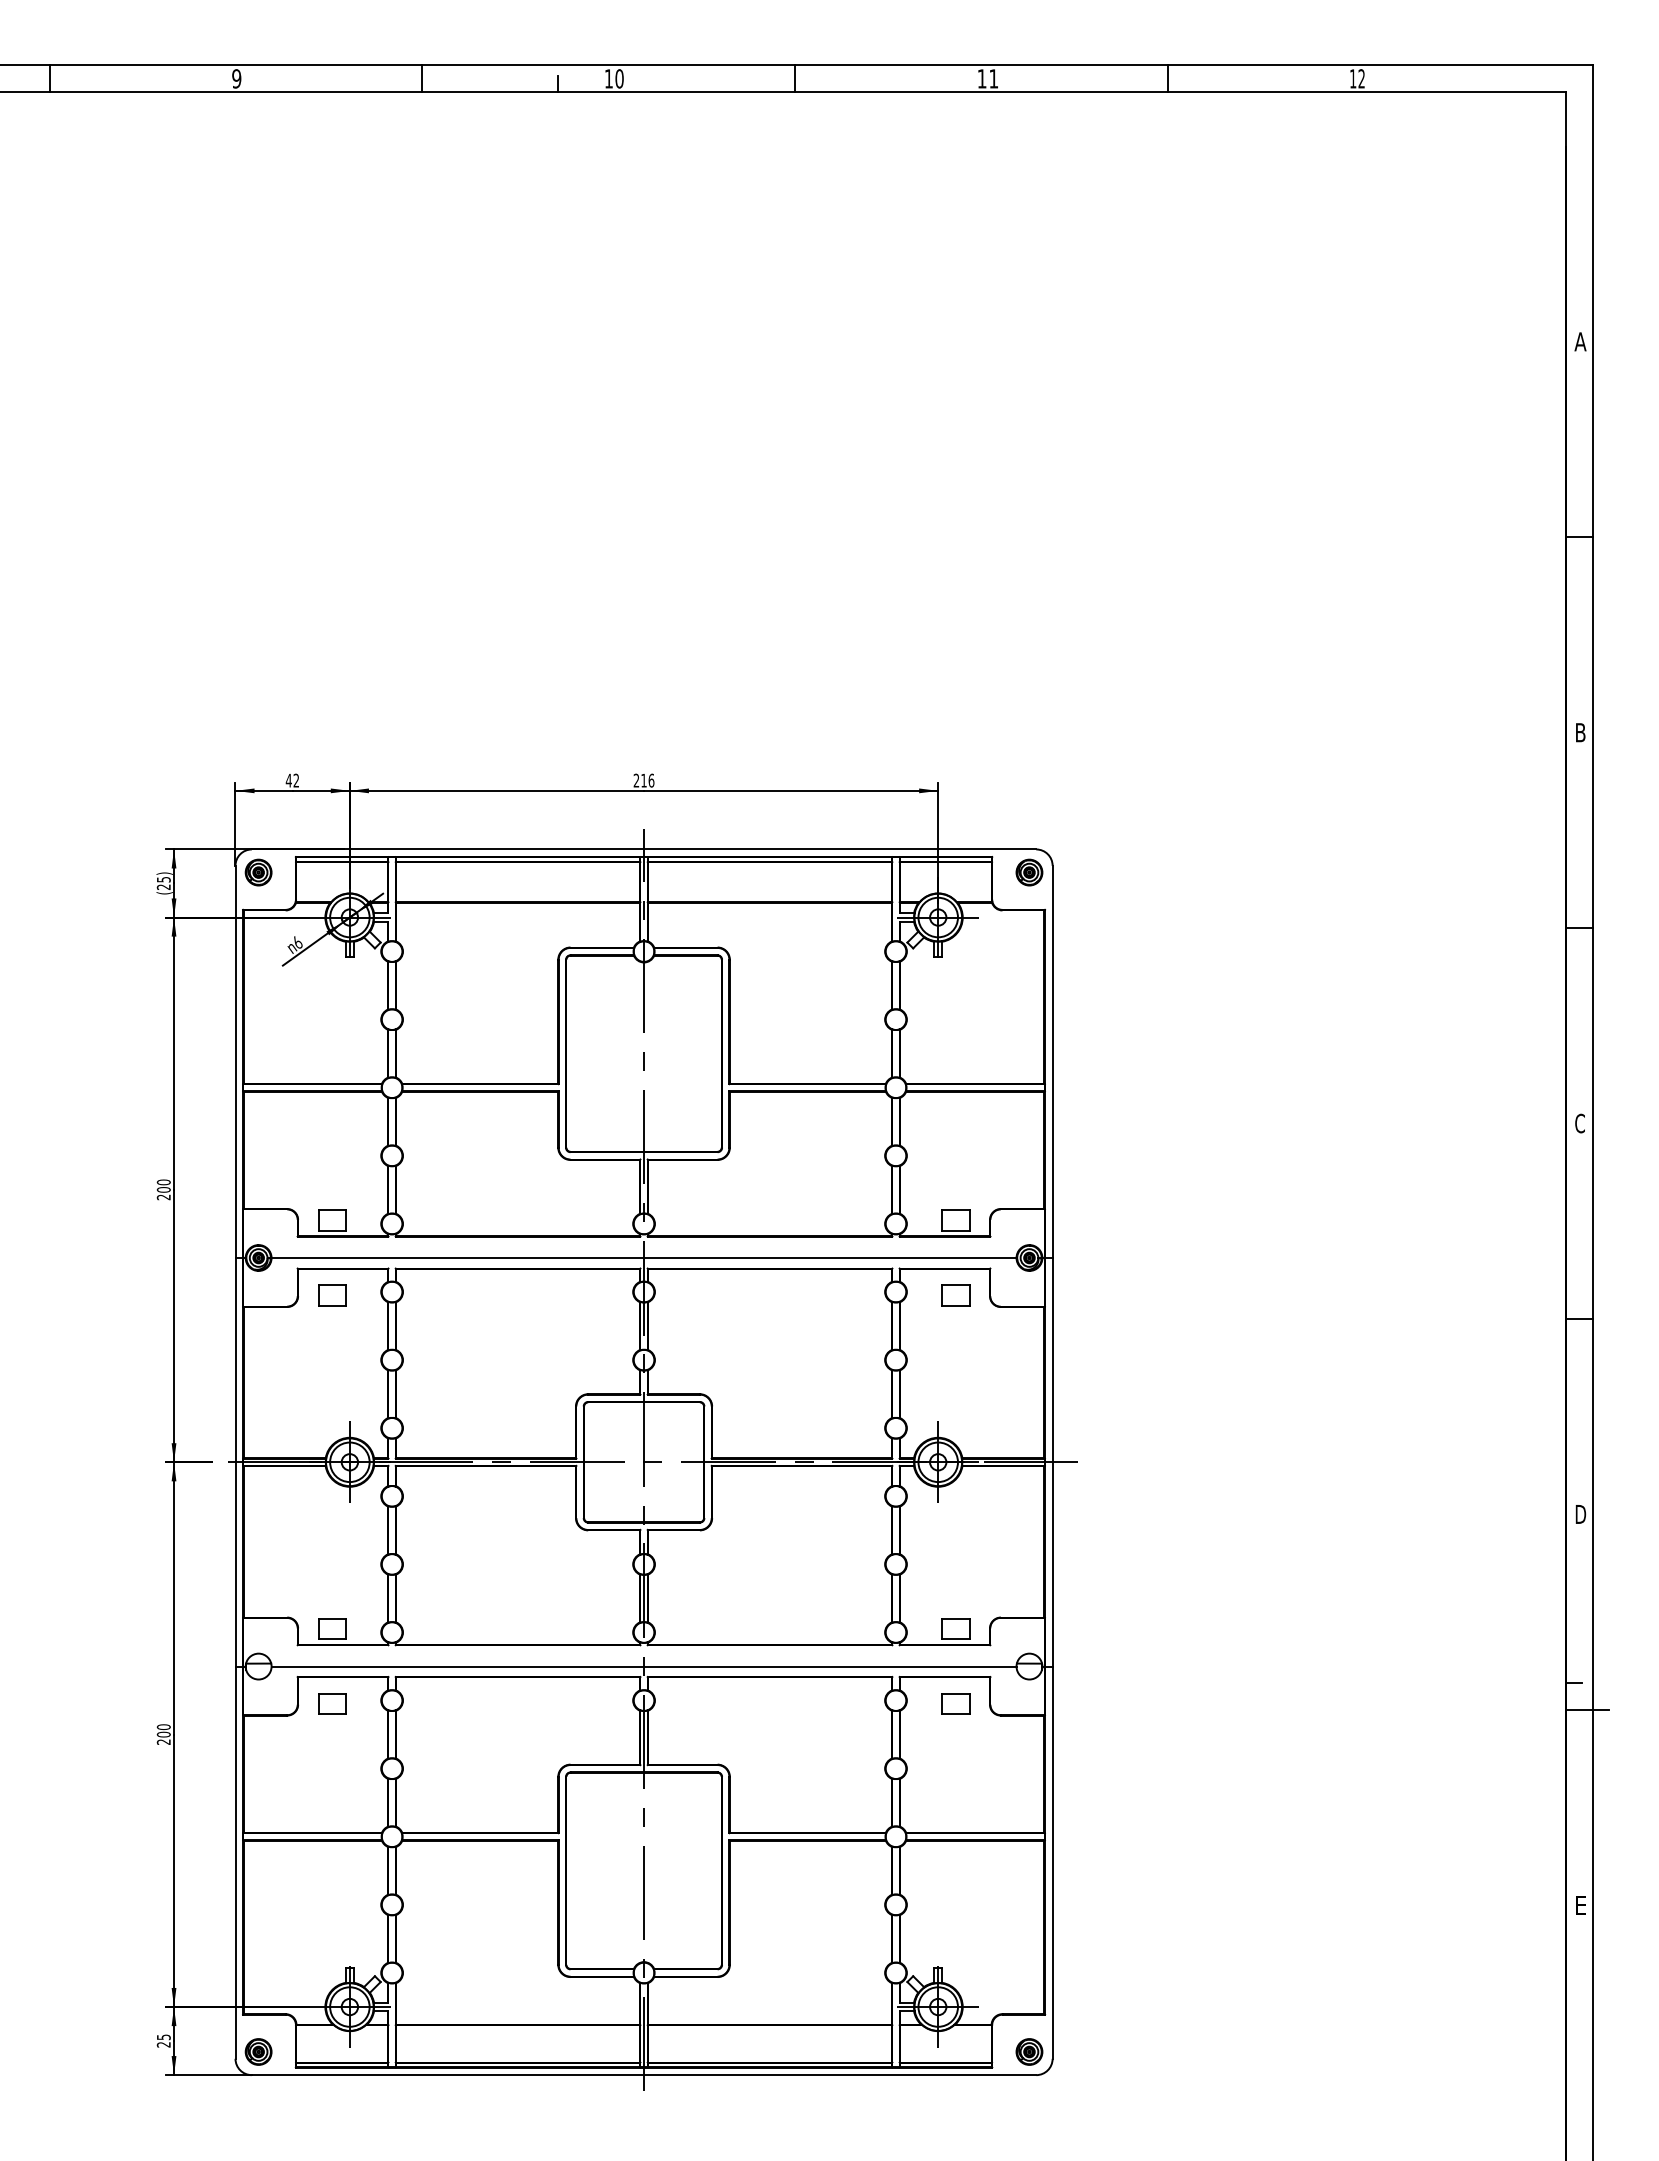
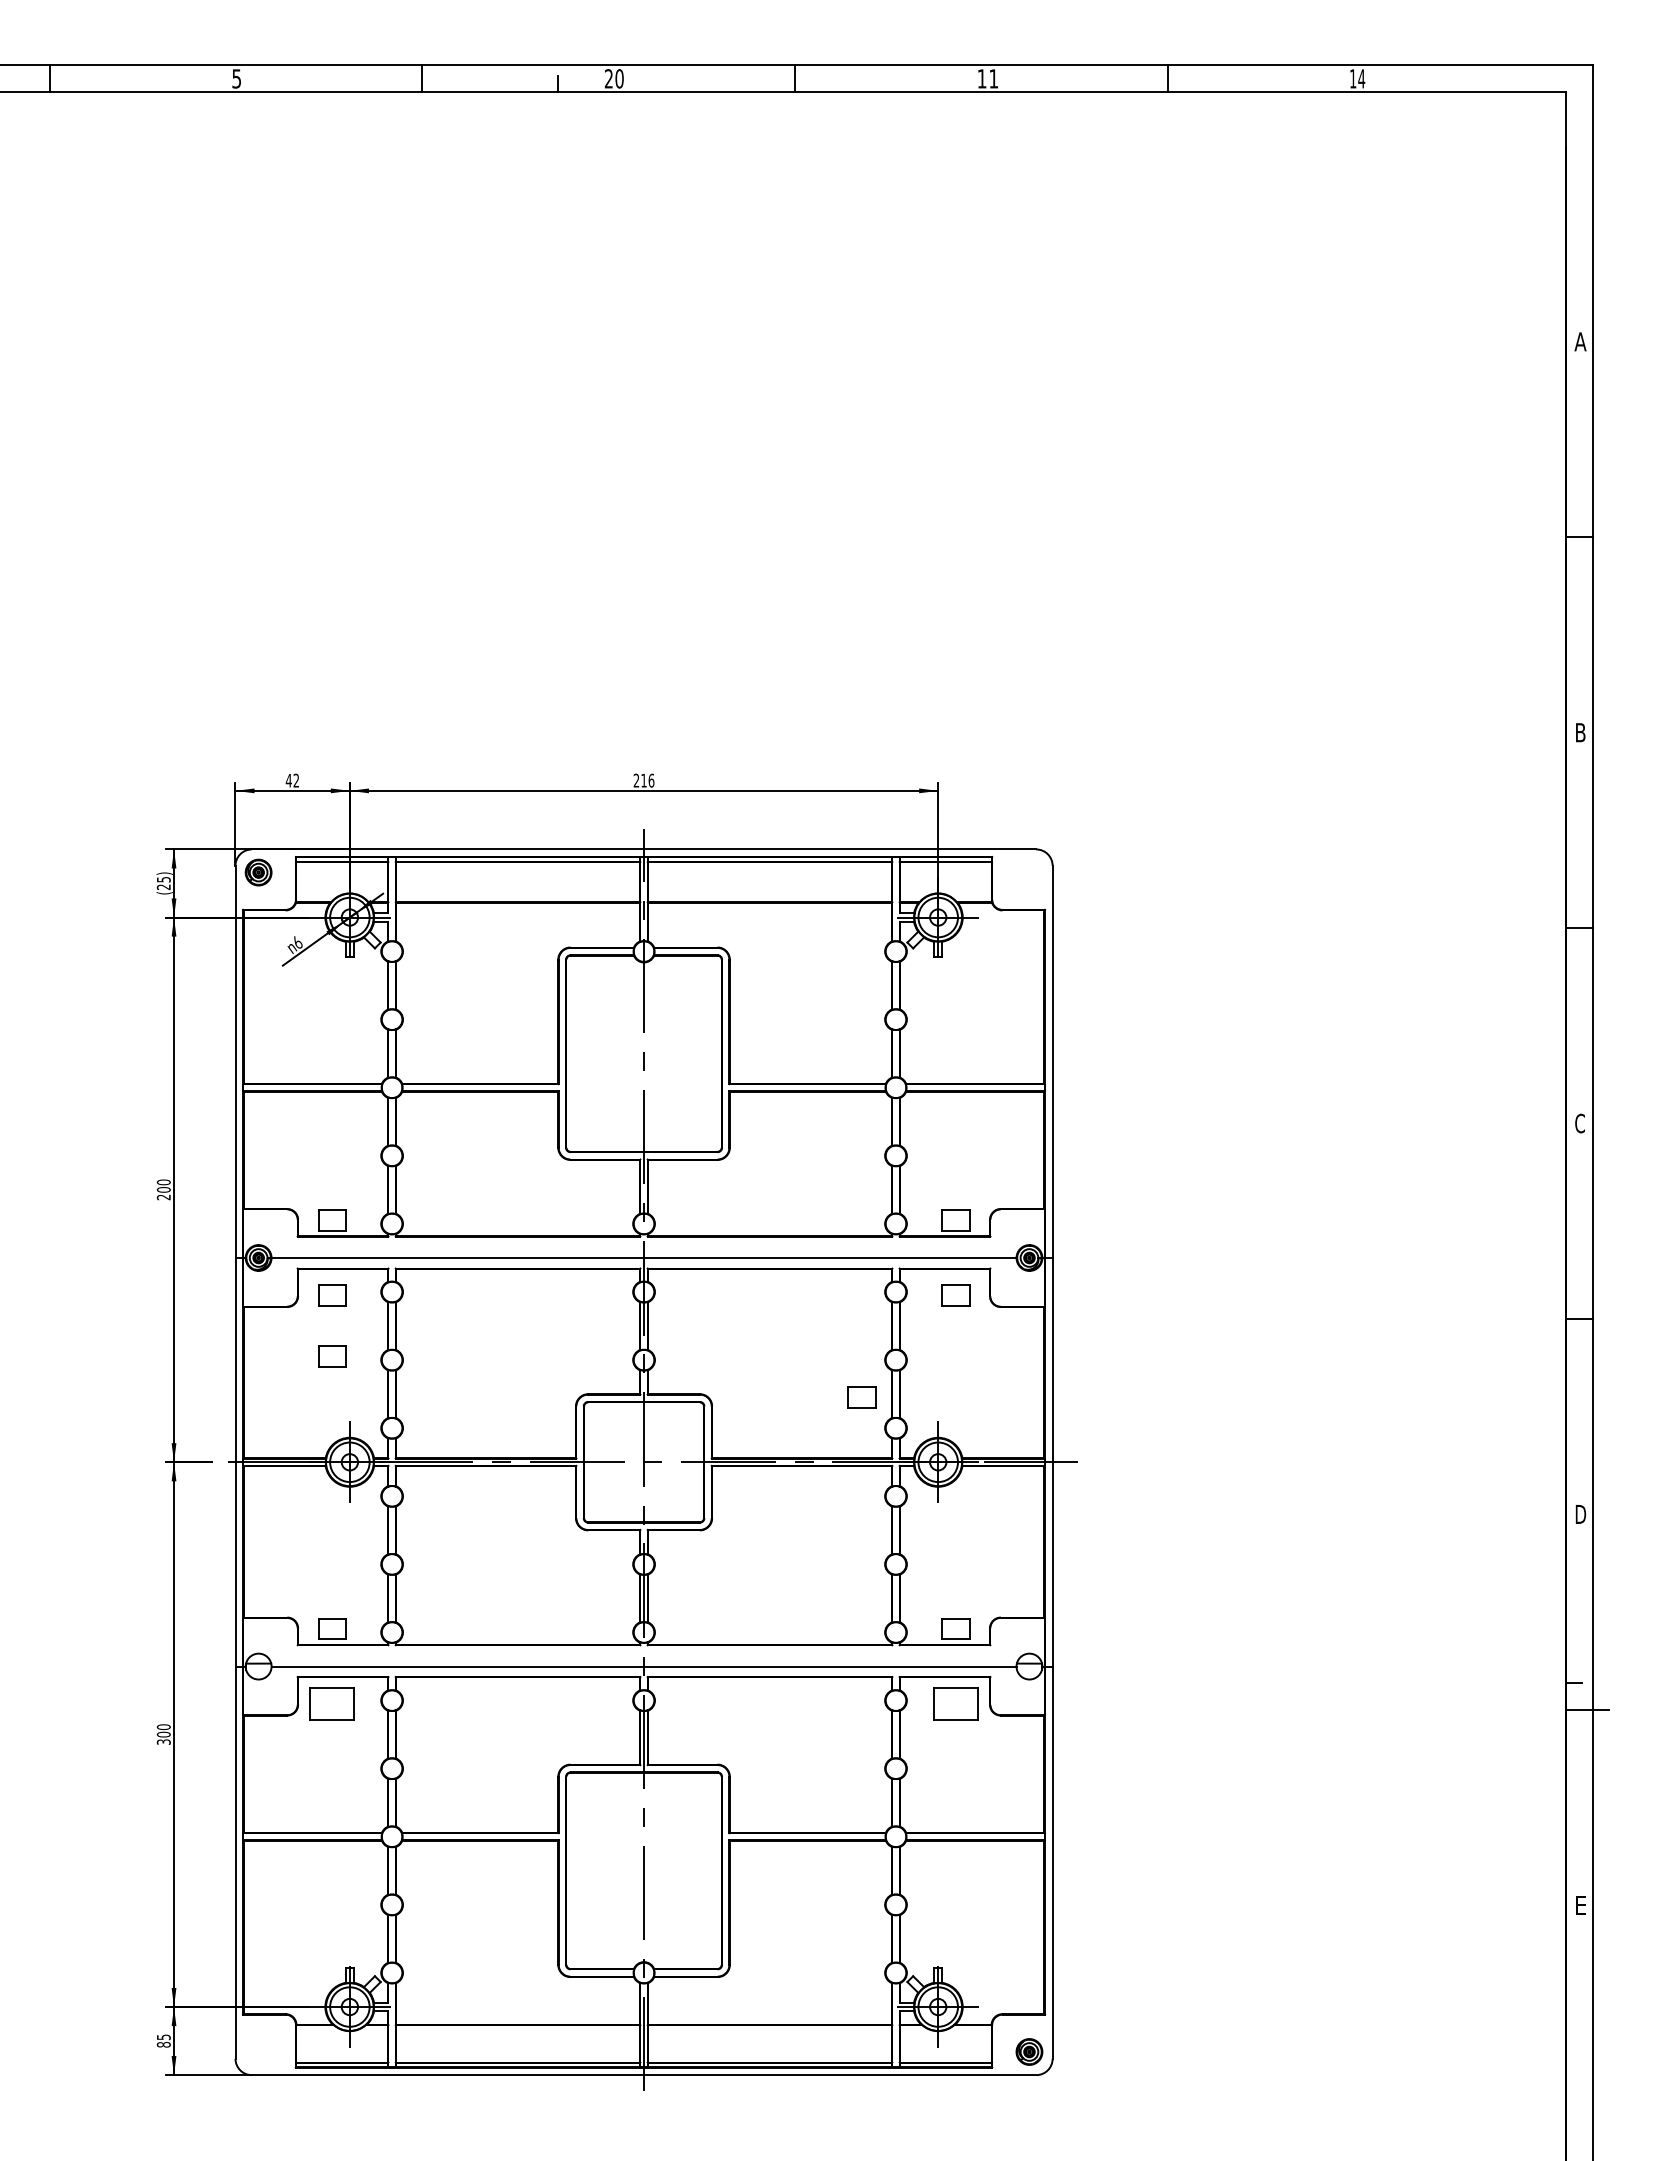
text at (236, 78): 9 -> 5
text at (608, 78): 10 -> 20
text at (1361, 78): 12 -> 14
part at (1029, 872): present -> none
part at (332, 1356): none -> present
part at (861, 1397): none -> present
part at (332, 1703) size: 29x22 px -> 46x34 px
part at (955, 1703) size: 30x22 px -> 46x34 px
text at (163, 1741): 200 -> 300
text at (163, 2044): 25 -> 85
part at (258, 2051): present -> none
